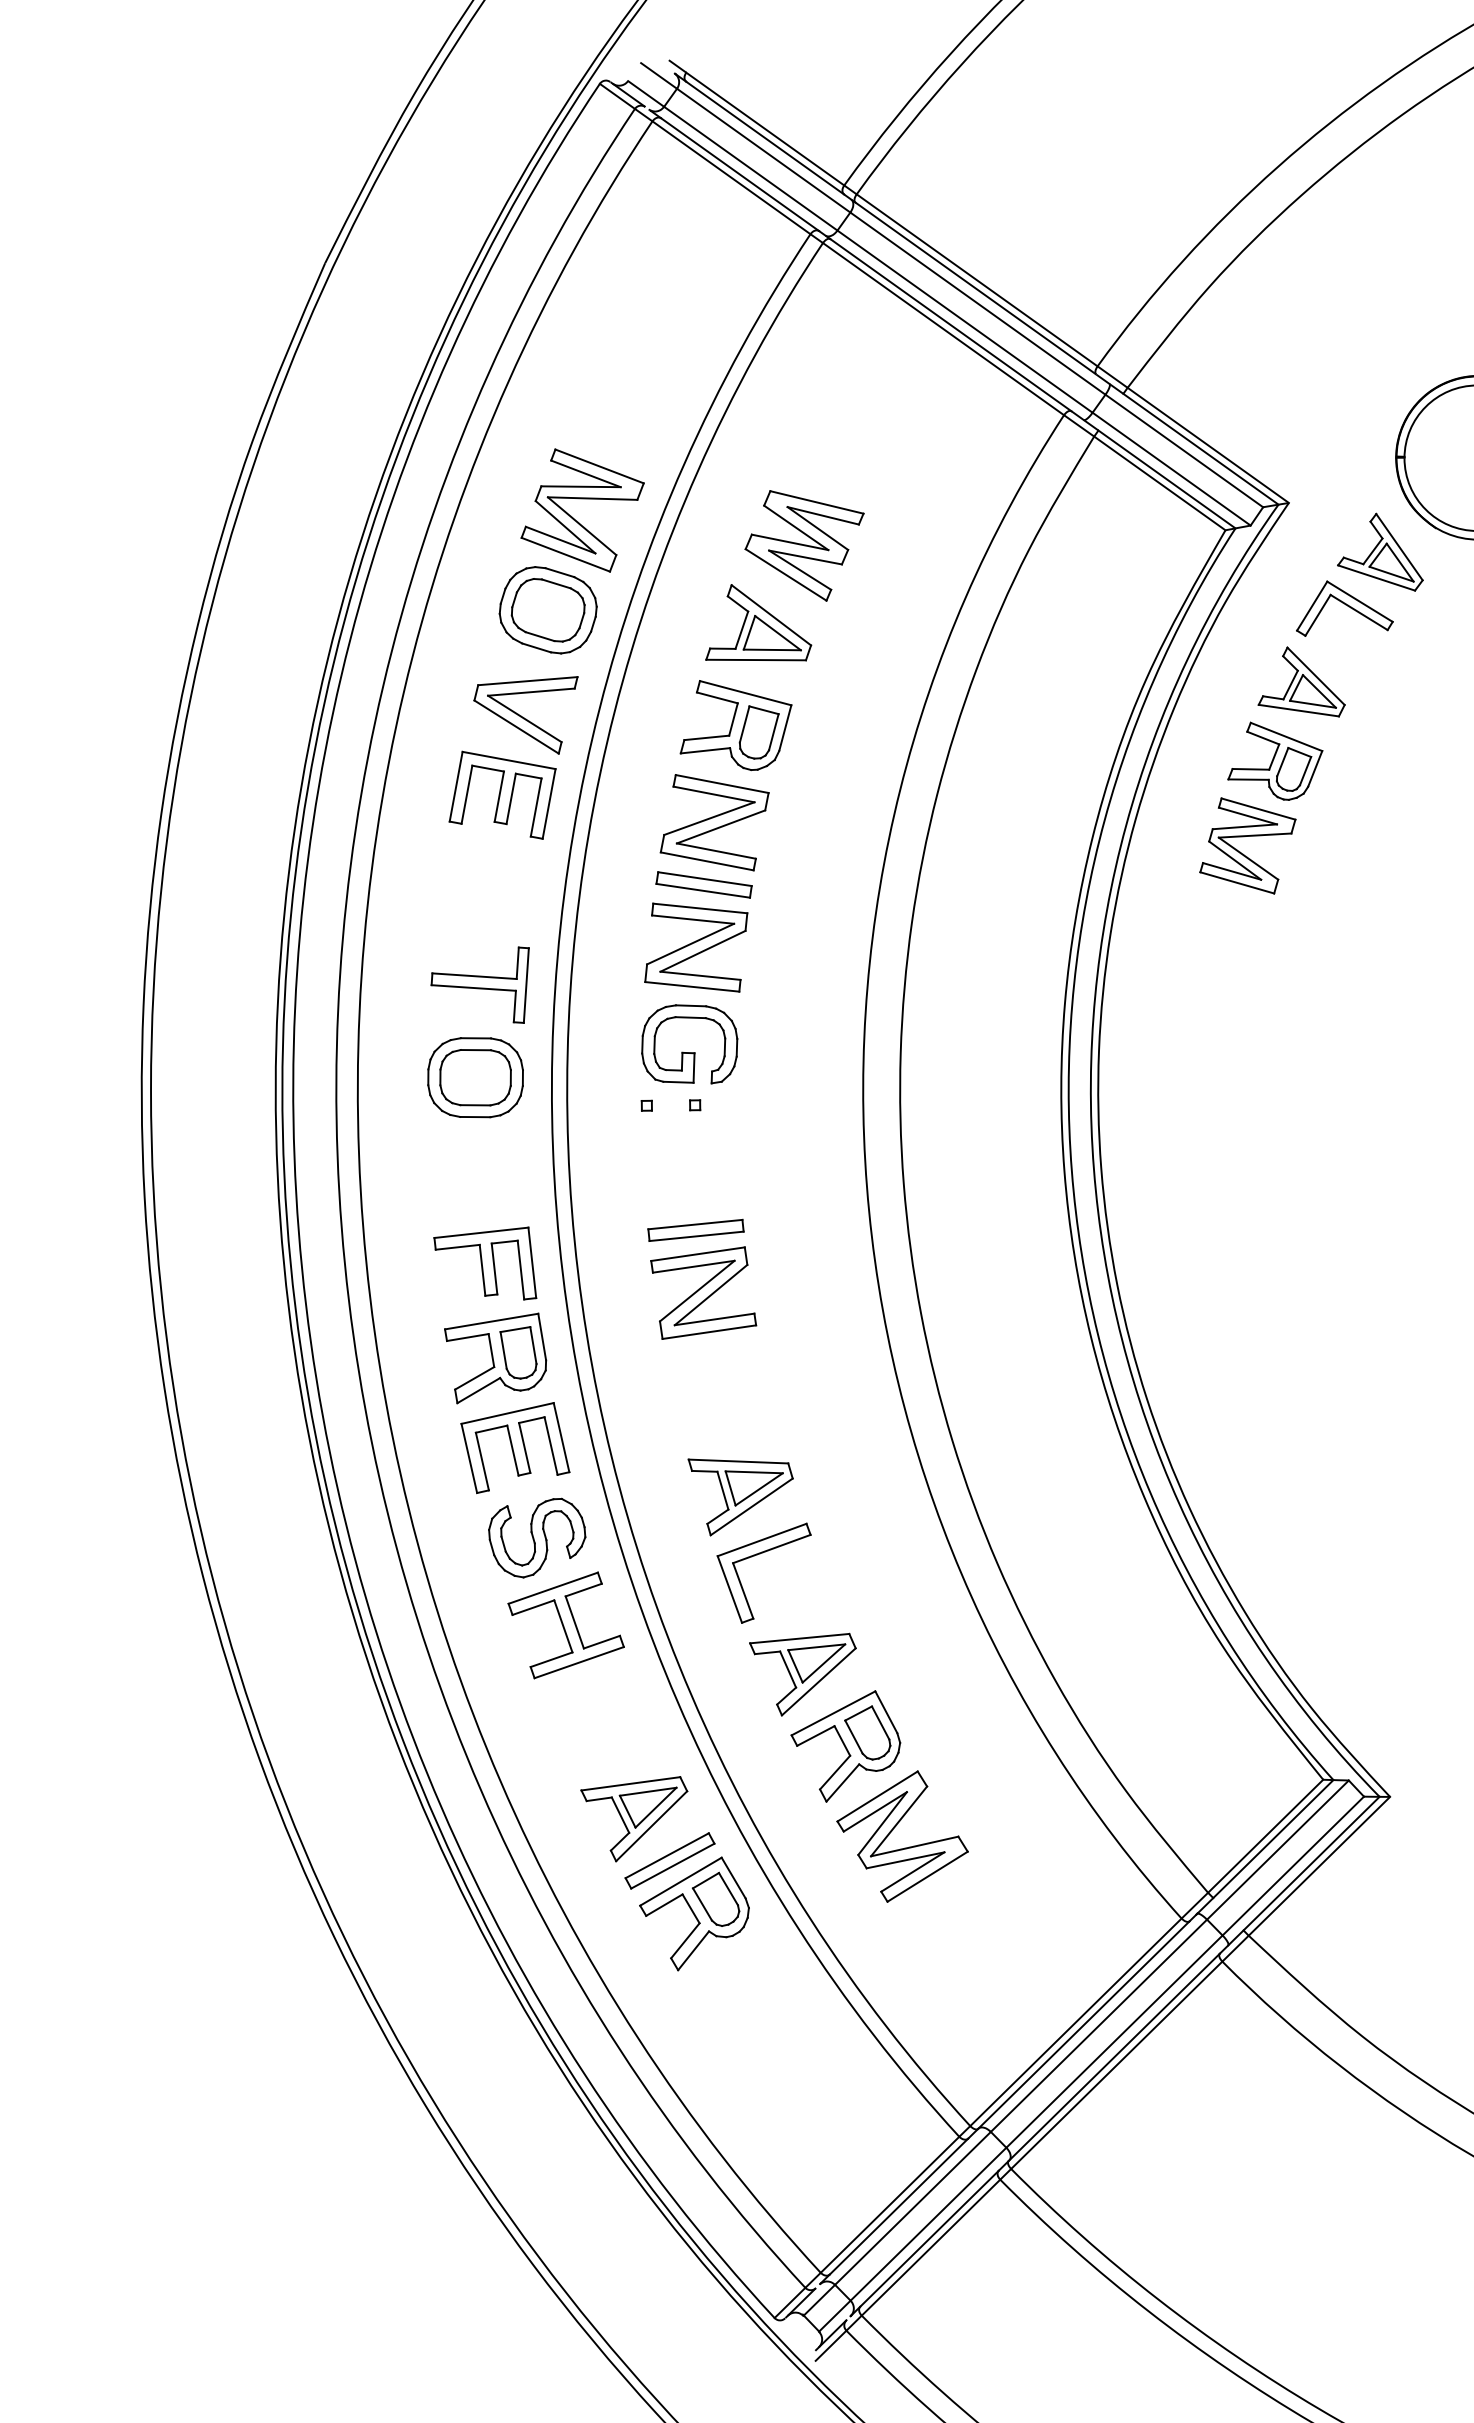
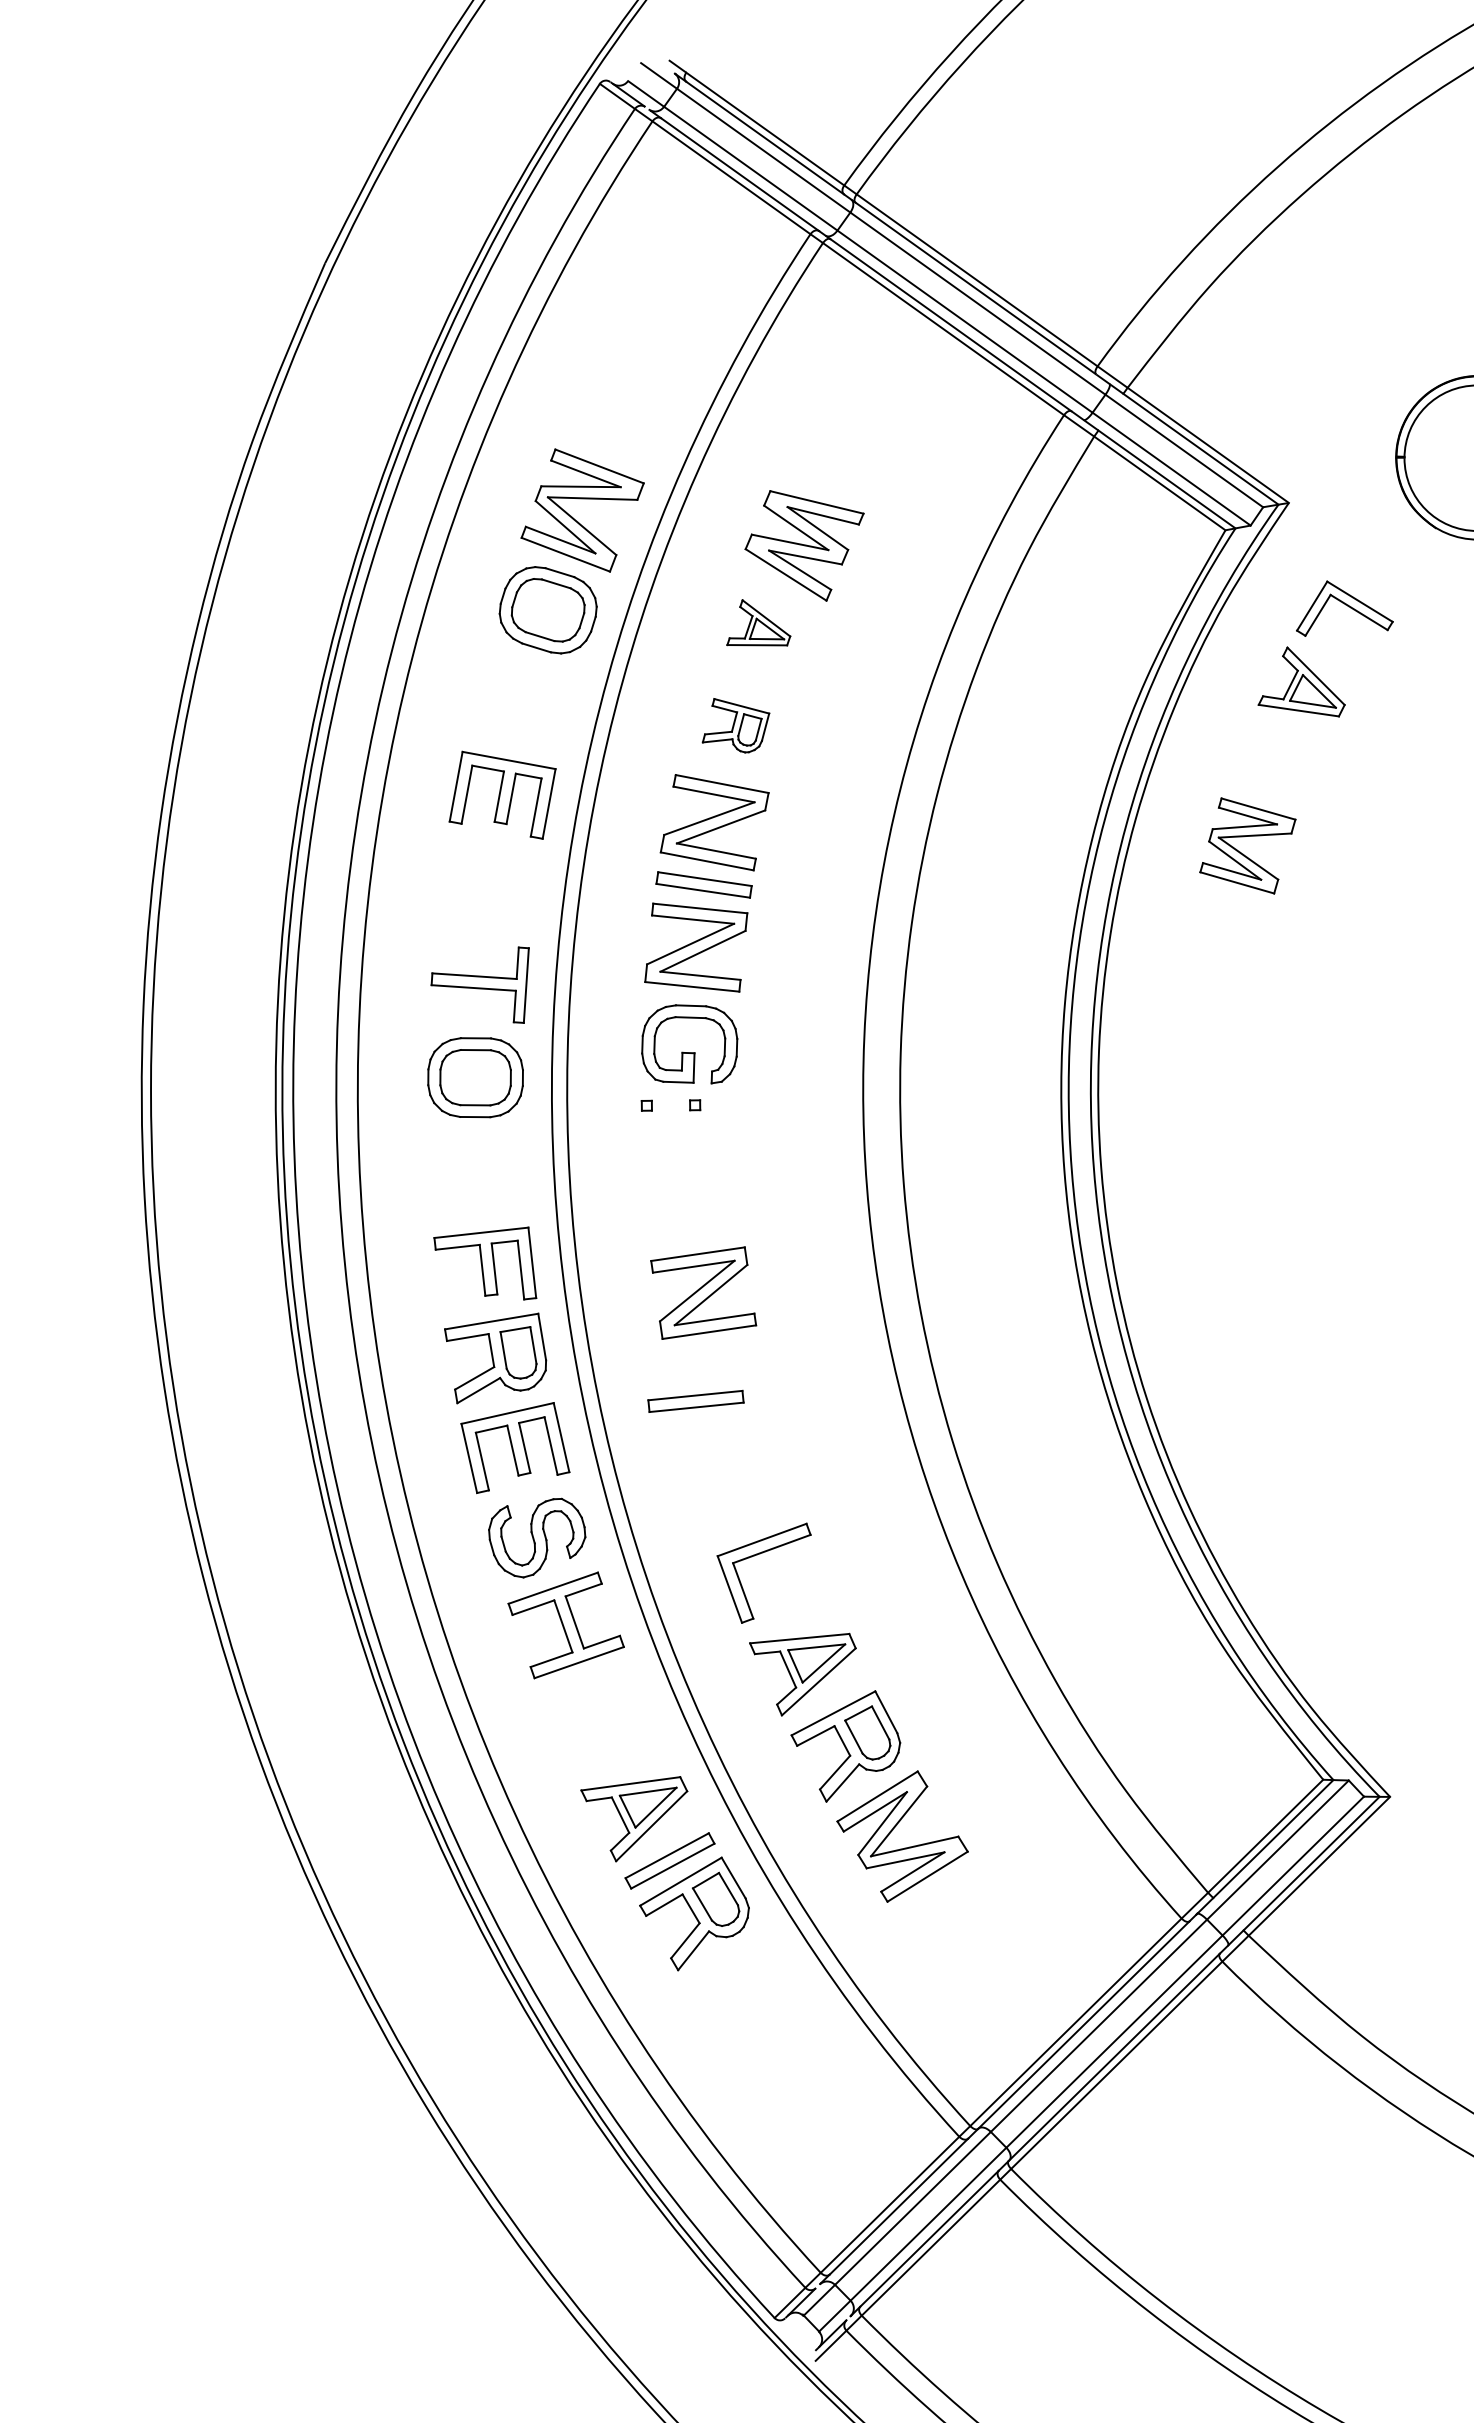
part at (1380, 551): present -> none
part at (758, 622) size: 108x78 px -> 66x48 px
part at (525, 715): present -> none
part at (735, 725) size: 114x92 px -> 70x56 px
part at (1275, 760): present -> none
part at (695, 1229) position: (695, 1229) -> (695, 1400)
part at (740, 1497): present -> none
